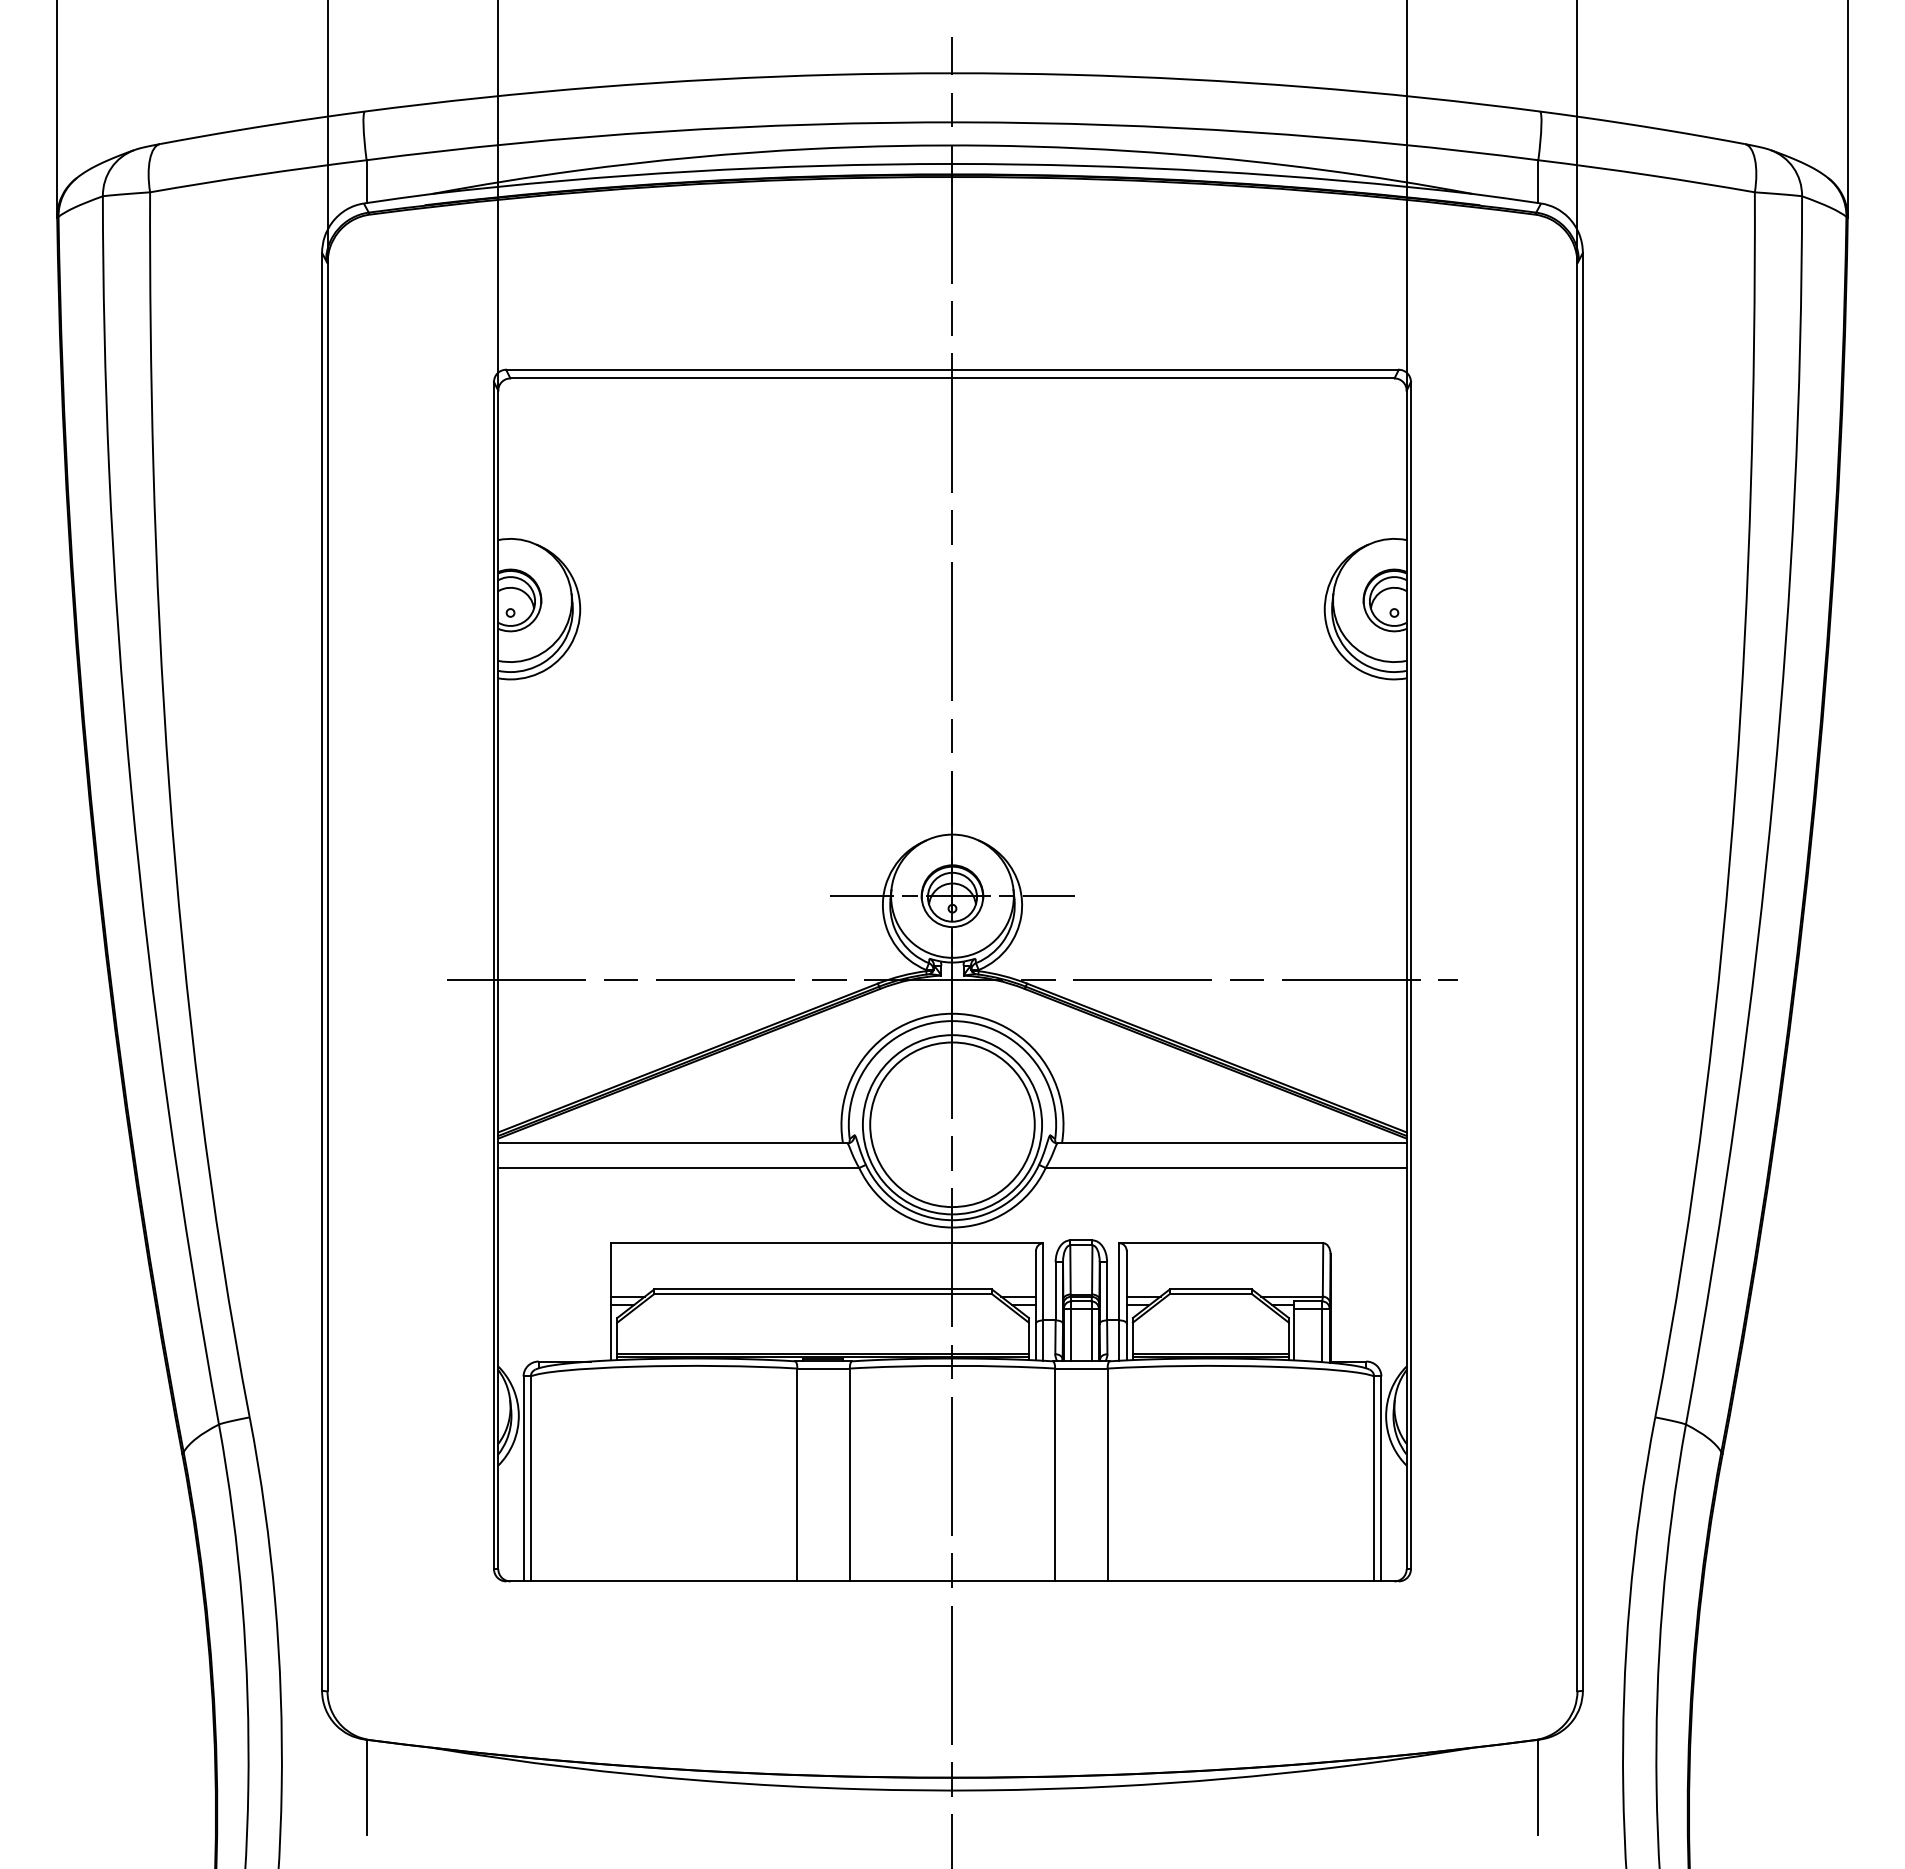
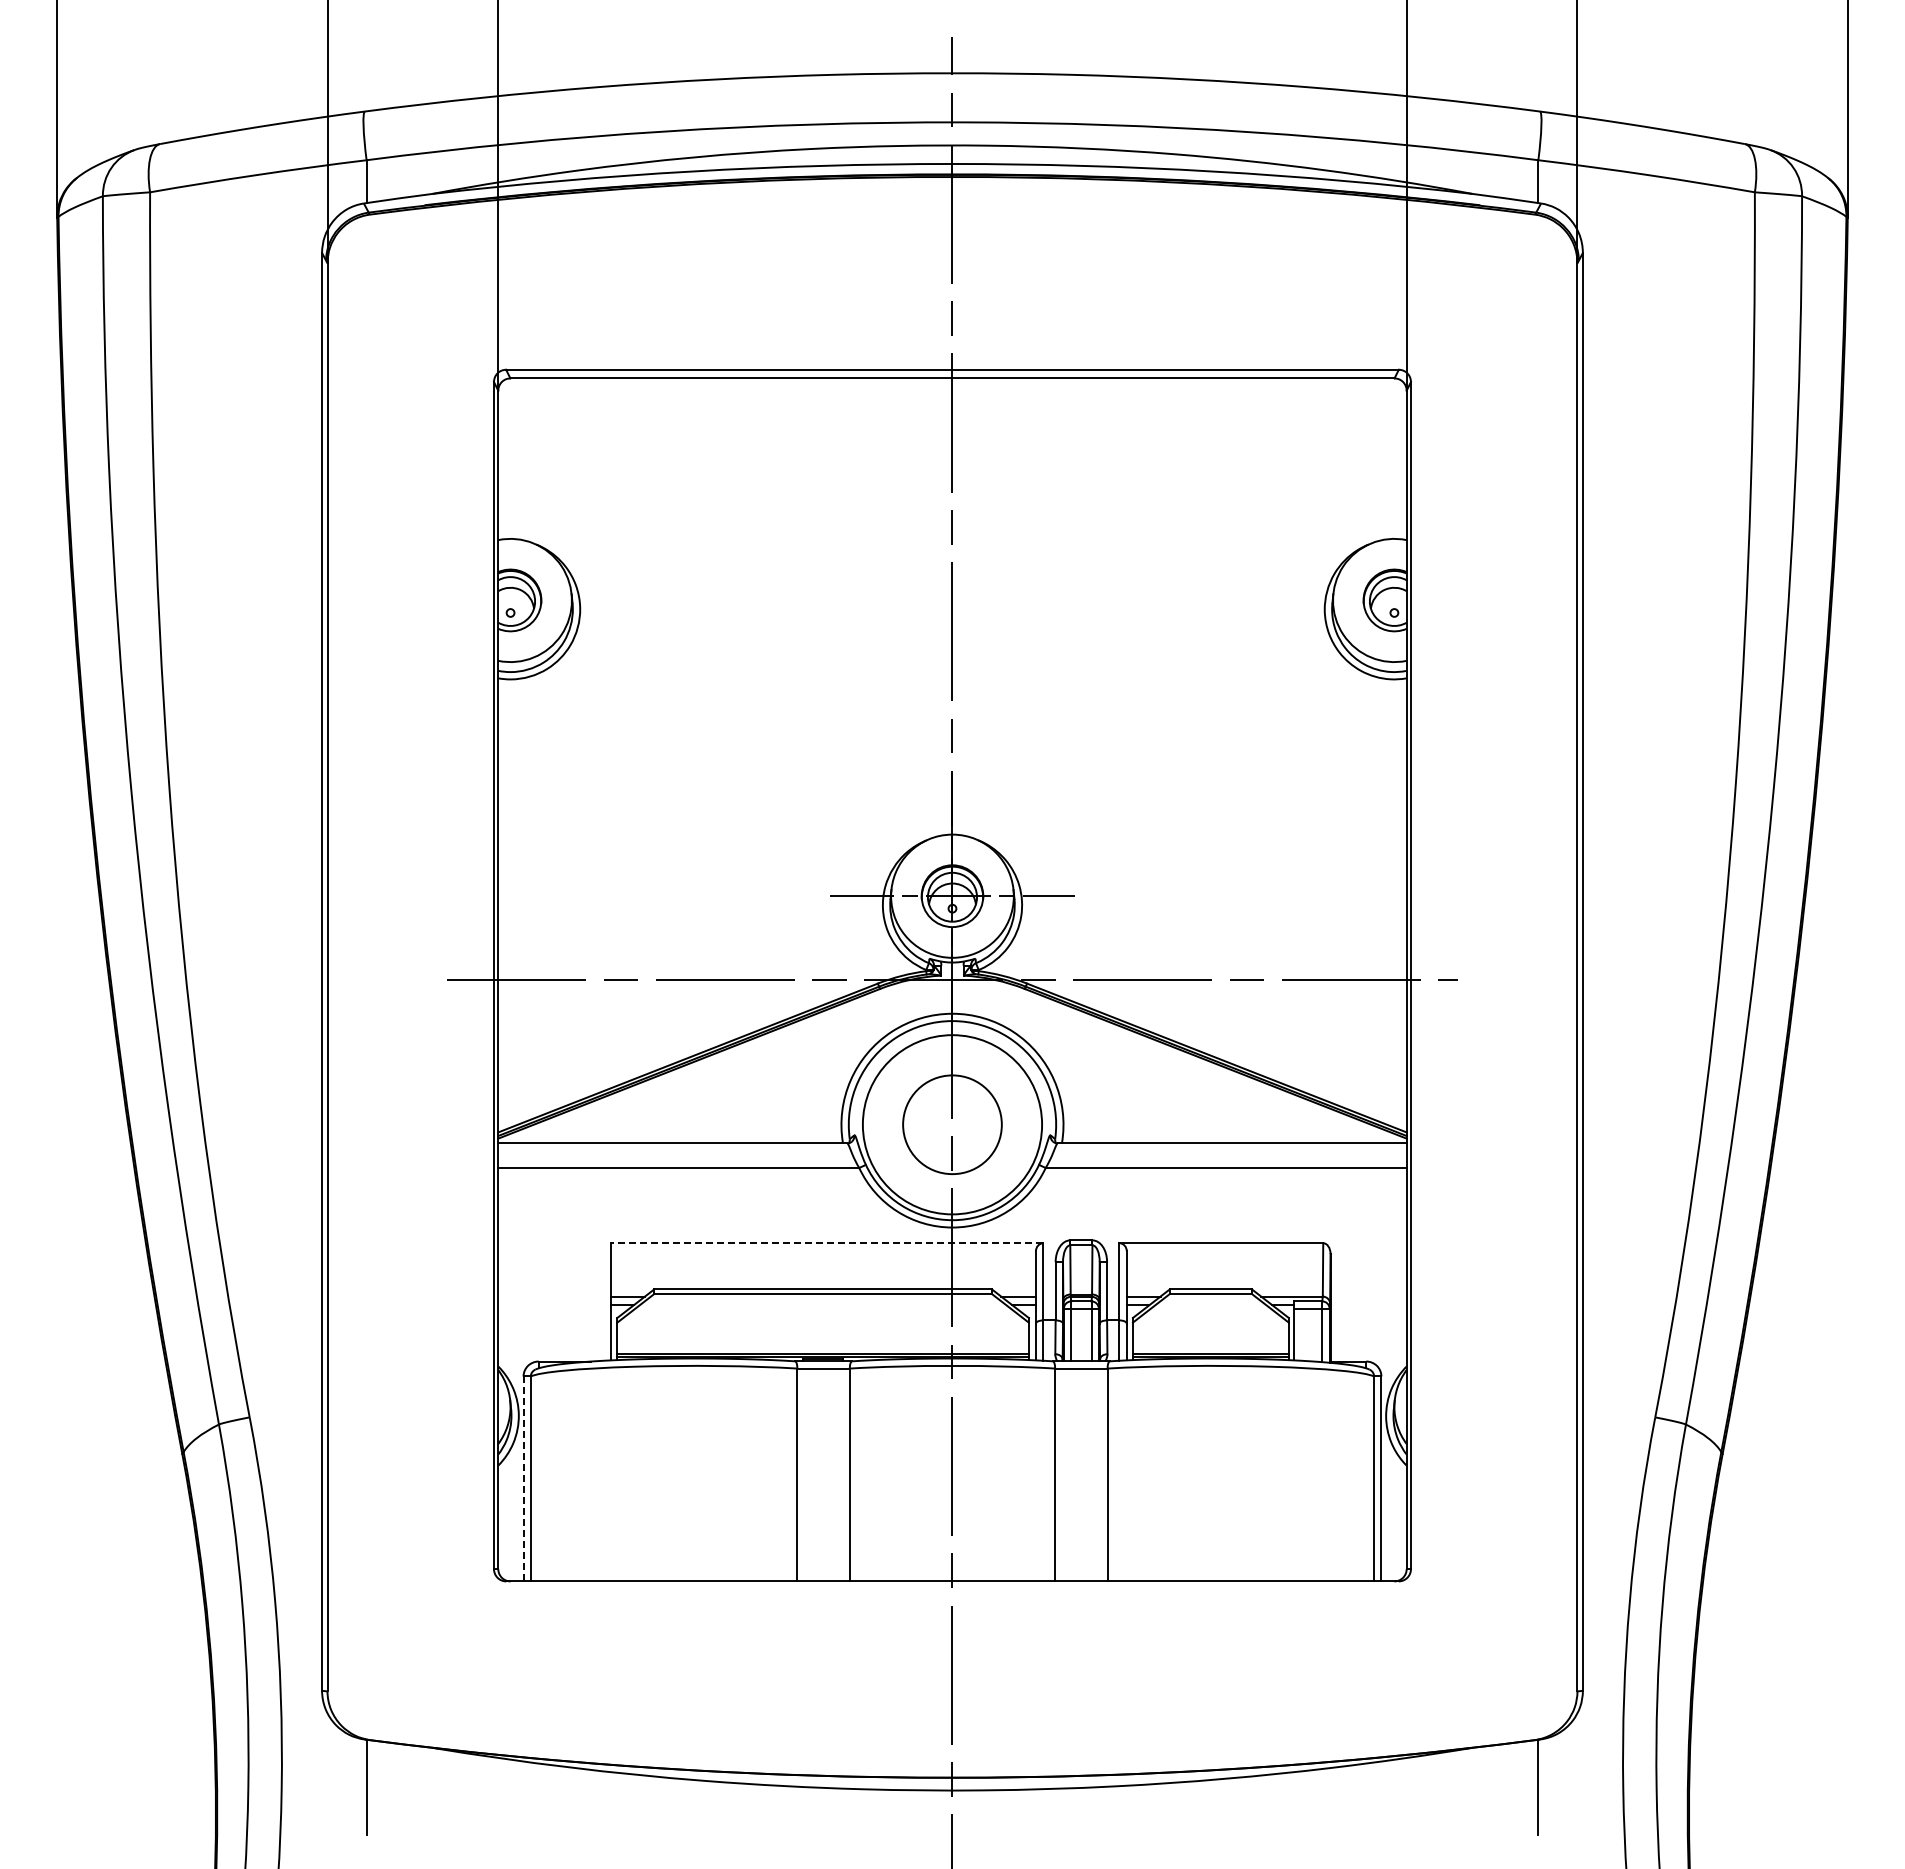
circle at (952, 1124) diameter: 165 px -> 99 px
line at (826, 1243): solid -> dashed
line at (523, 1479): solid -> dashed
